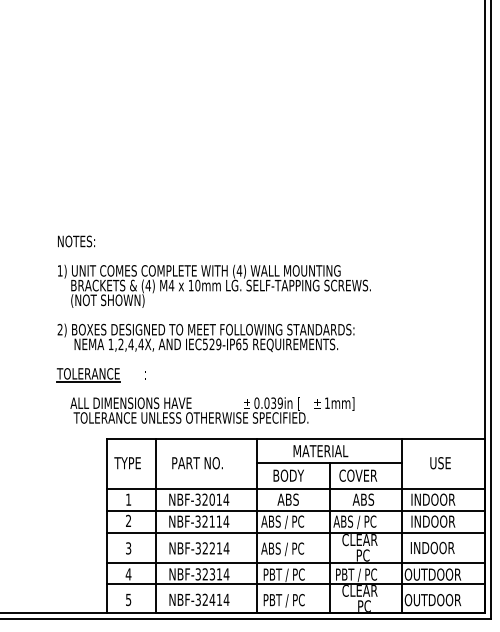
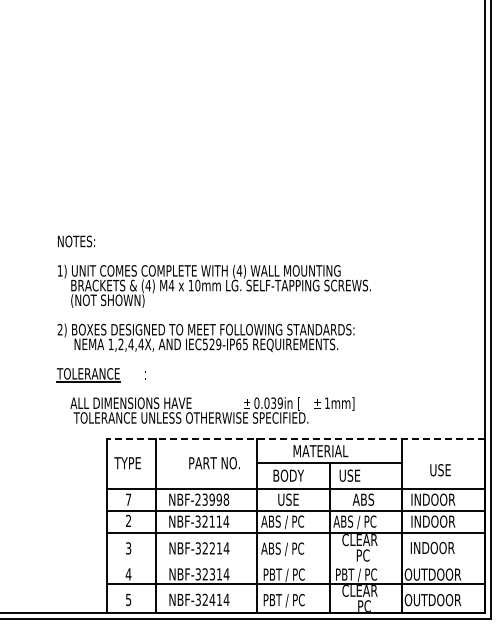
line at (295, 438): solid -> dashed
text at (197, 463) position: (197, 463) -> (214, 463)
text at (440, 463) position: (440, 463) -> (440, 470)
text at (358, 475): COVER -> USE
text at (128, 499): 1 -> 7
text at (212, 499): NBF-32014 -> NBF-23998
text at (287, 499): ABS -> USE
line at (295, 562): present -> none
